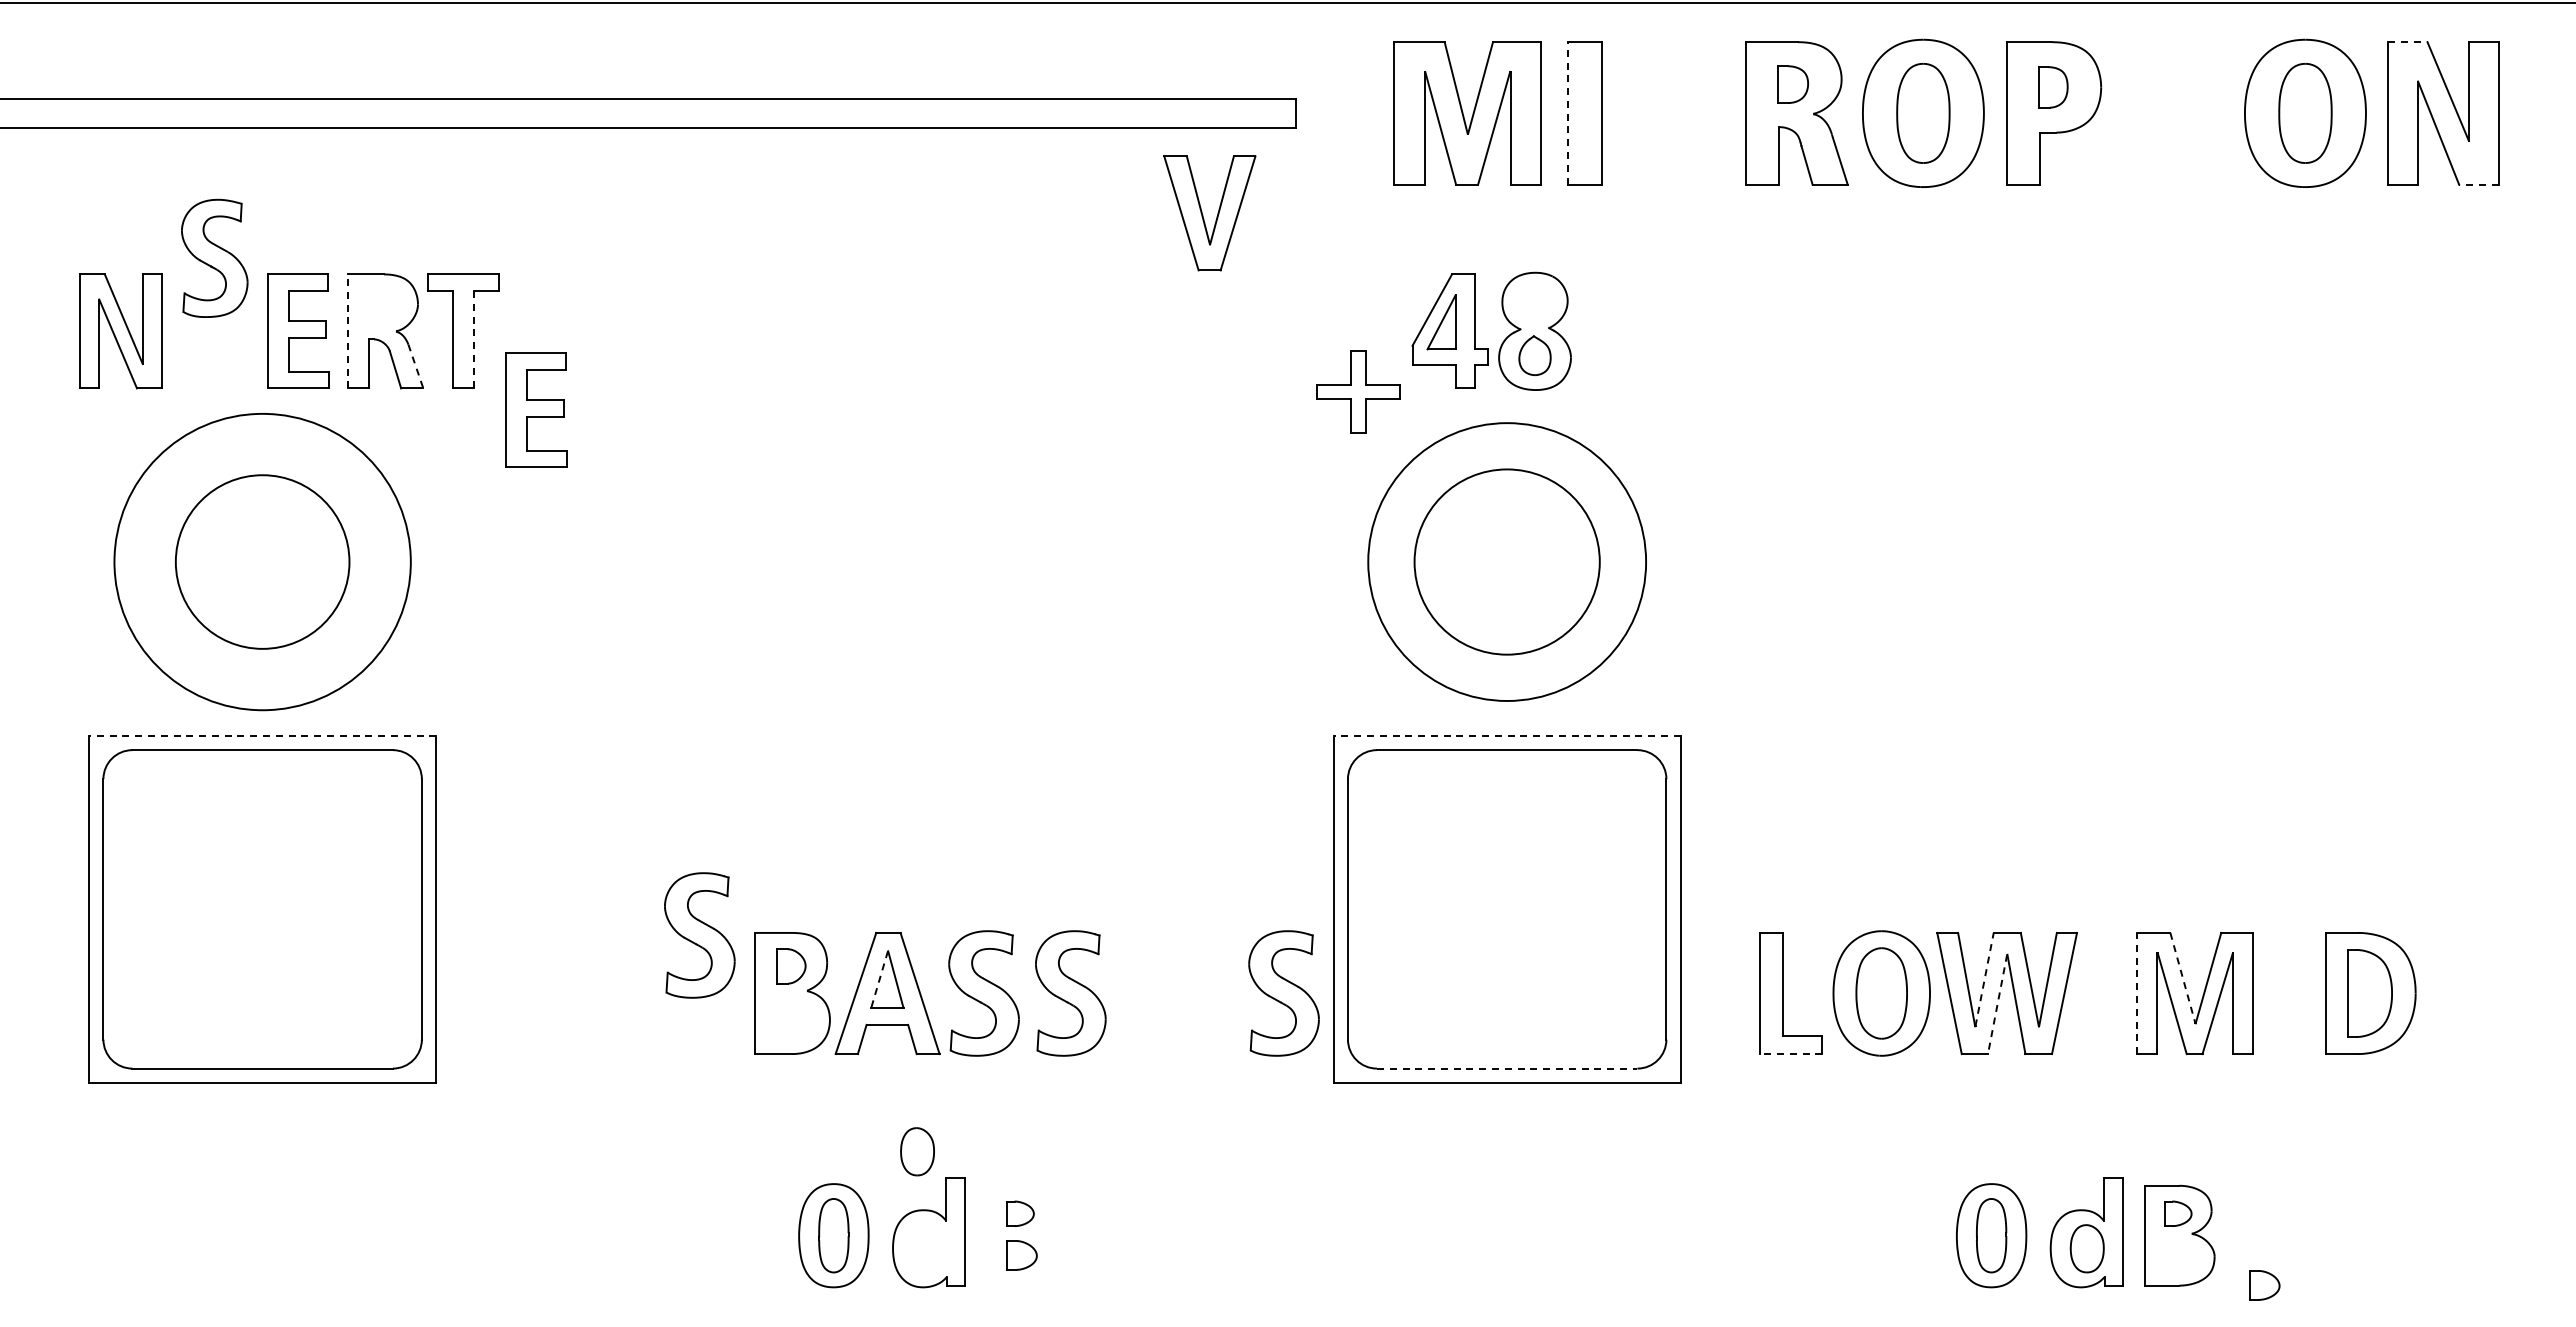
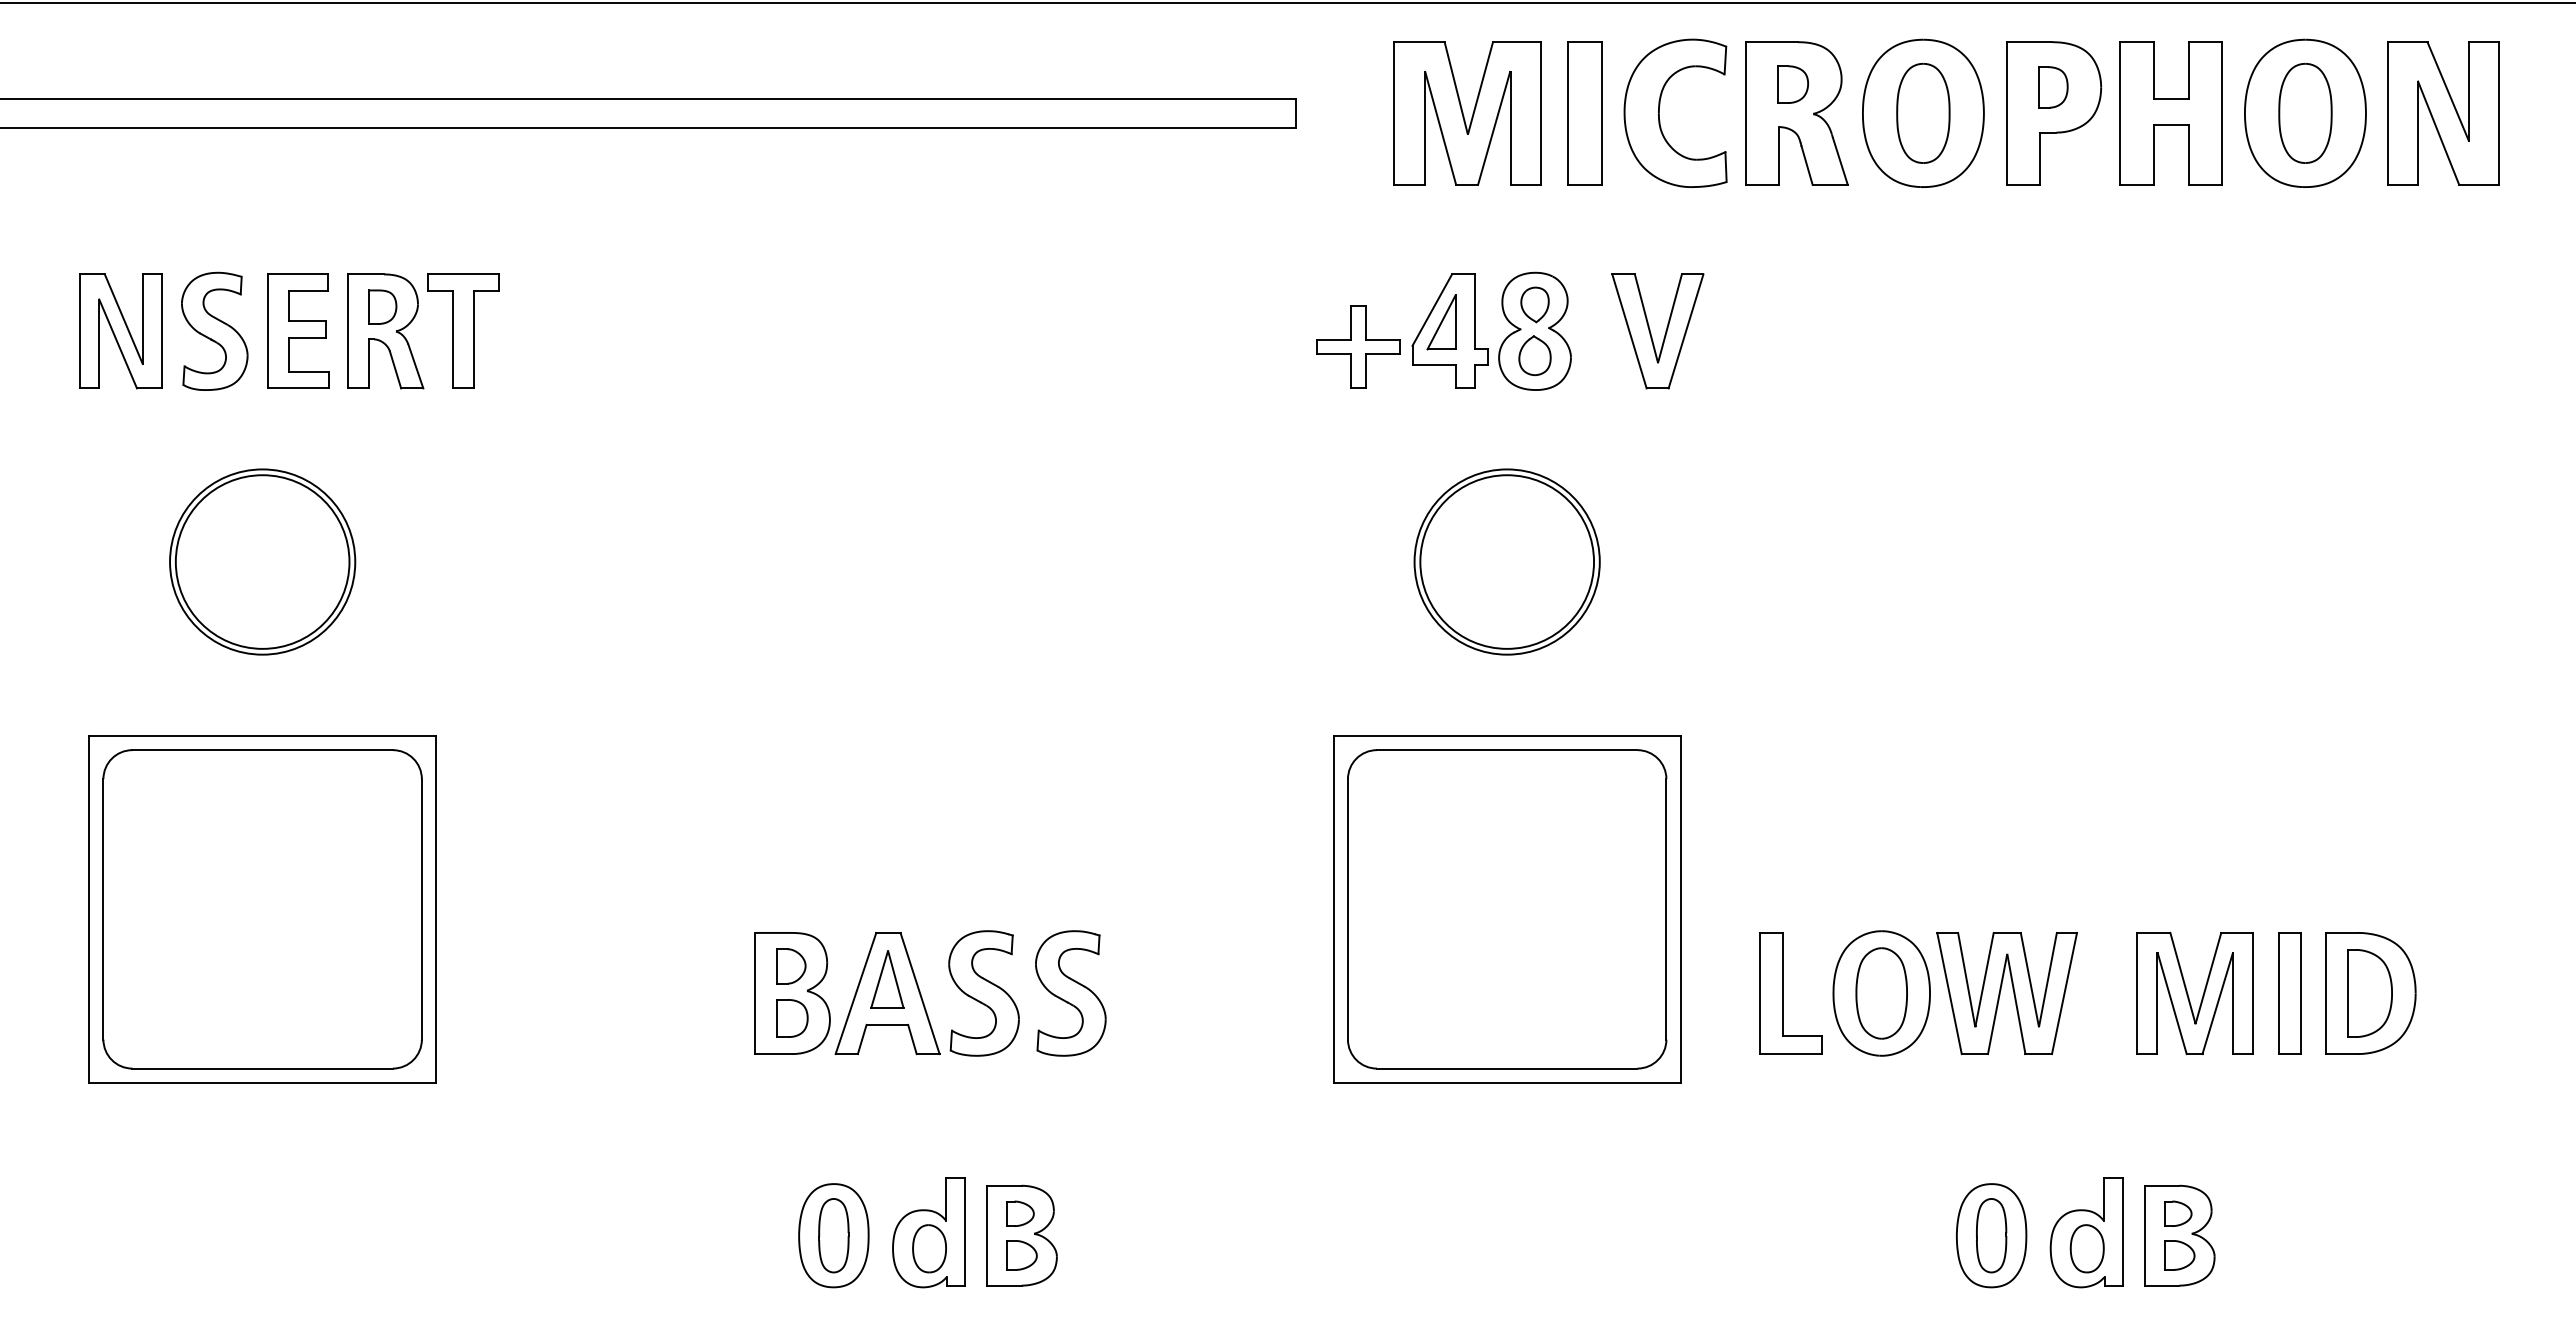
line at (2407, 42): dashed -> solid
line at (1568, 112): dashed -> solid
part at (1659, 112): none -> present
part at (2170, 113): none -> present
line at (2478, 184): dashed -> solid
part at (1203, 215) position: (1203, 215) -> (1651, 333)
part at (214, 257) position: (214, 257) -> (214, 330)
part at (1534, 304): none -> present
part at (382, 306): none -> present
line at (348, 331): dashed -> solid
line at (473, 339): dashed -> solid
line at (416, 366): dashed -> solid
part at (1358, 391) position: (1358, 391) -> (1358, 346)
part at (536, 409): present -> none
circle at (262, 561) diameter: 296 px -> 185 px
circle at (1507, 561) diameter: 278 px -> 174 px
line at (262, 735): dashed -> solid
line at (1507, 735): dashed -> solid
part at (699, 935): present -> none
line at (2182, 978): dashed -> solid
line at (1984, 979): dashed -> solid
line at (879, 980): dashed -> solid
part at (1283, 993): present -> none
line at (2137, 993): dashed -> solid
part at (2289, 993): none -> present
line at (1997, 1004): dashed -> solid
part at (792, 1018): none -> present
line at (1790, 1054): dashed -> solid
line at (1507, 1068): dashed -> solid
part at (917, 1151) position: (917, 1151) -> (929, 1248)
part at (1021, 1235): none -> present
part at (2264, 1285) position: (2264, 1285) -> (2179, 1255)
